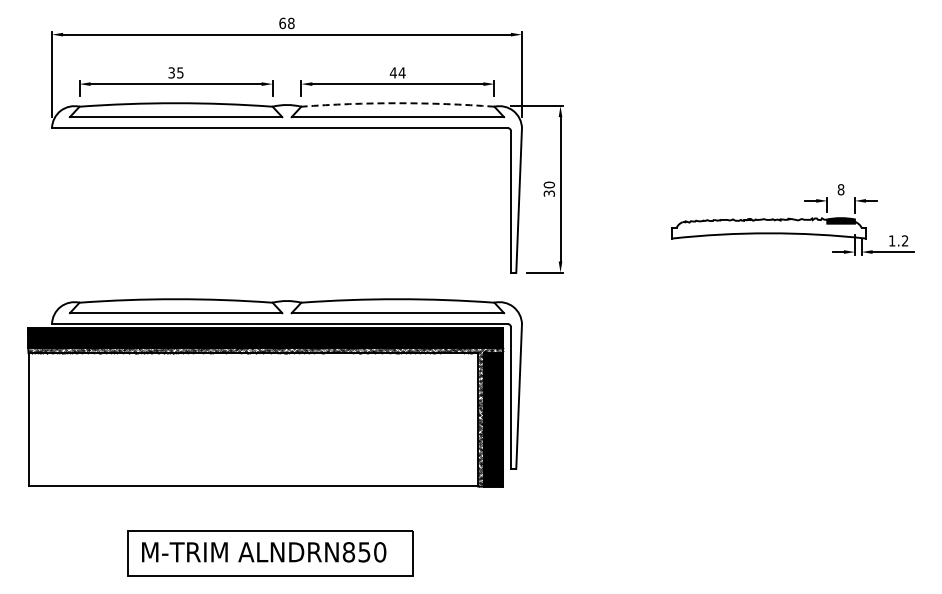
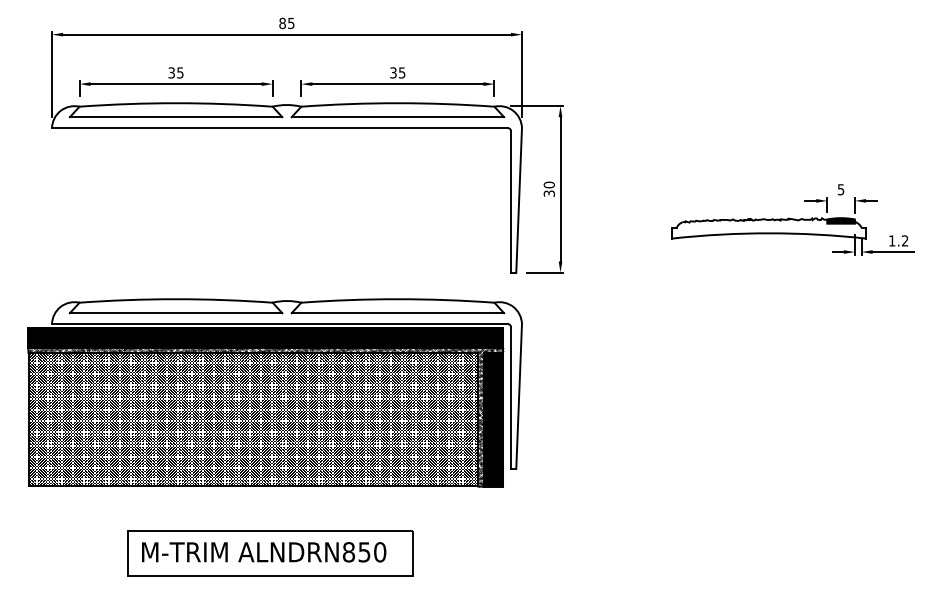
text at (286, 22): 68 -> 85
text at (397, 72): 44 -> 35
arc at (397, 103): dashed -> solid
text at (840, 189): 8 -> 5
hatch at (252, 419): none -> present
